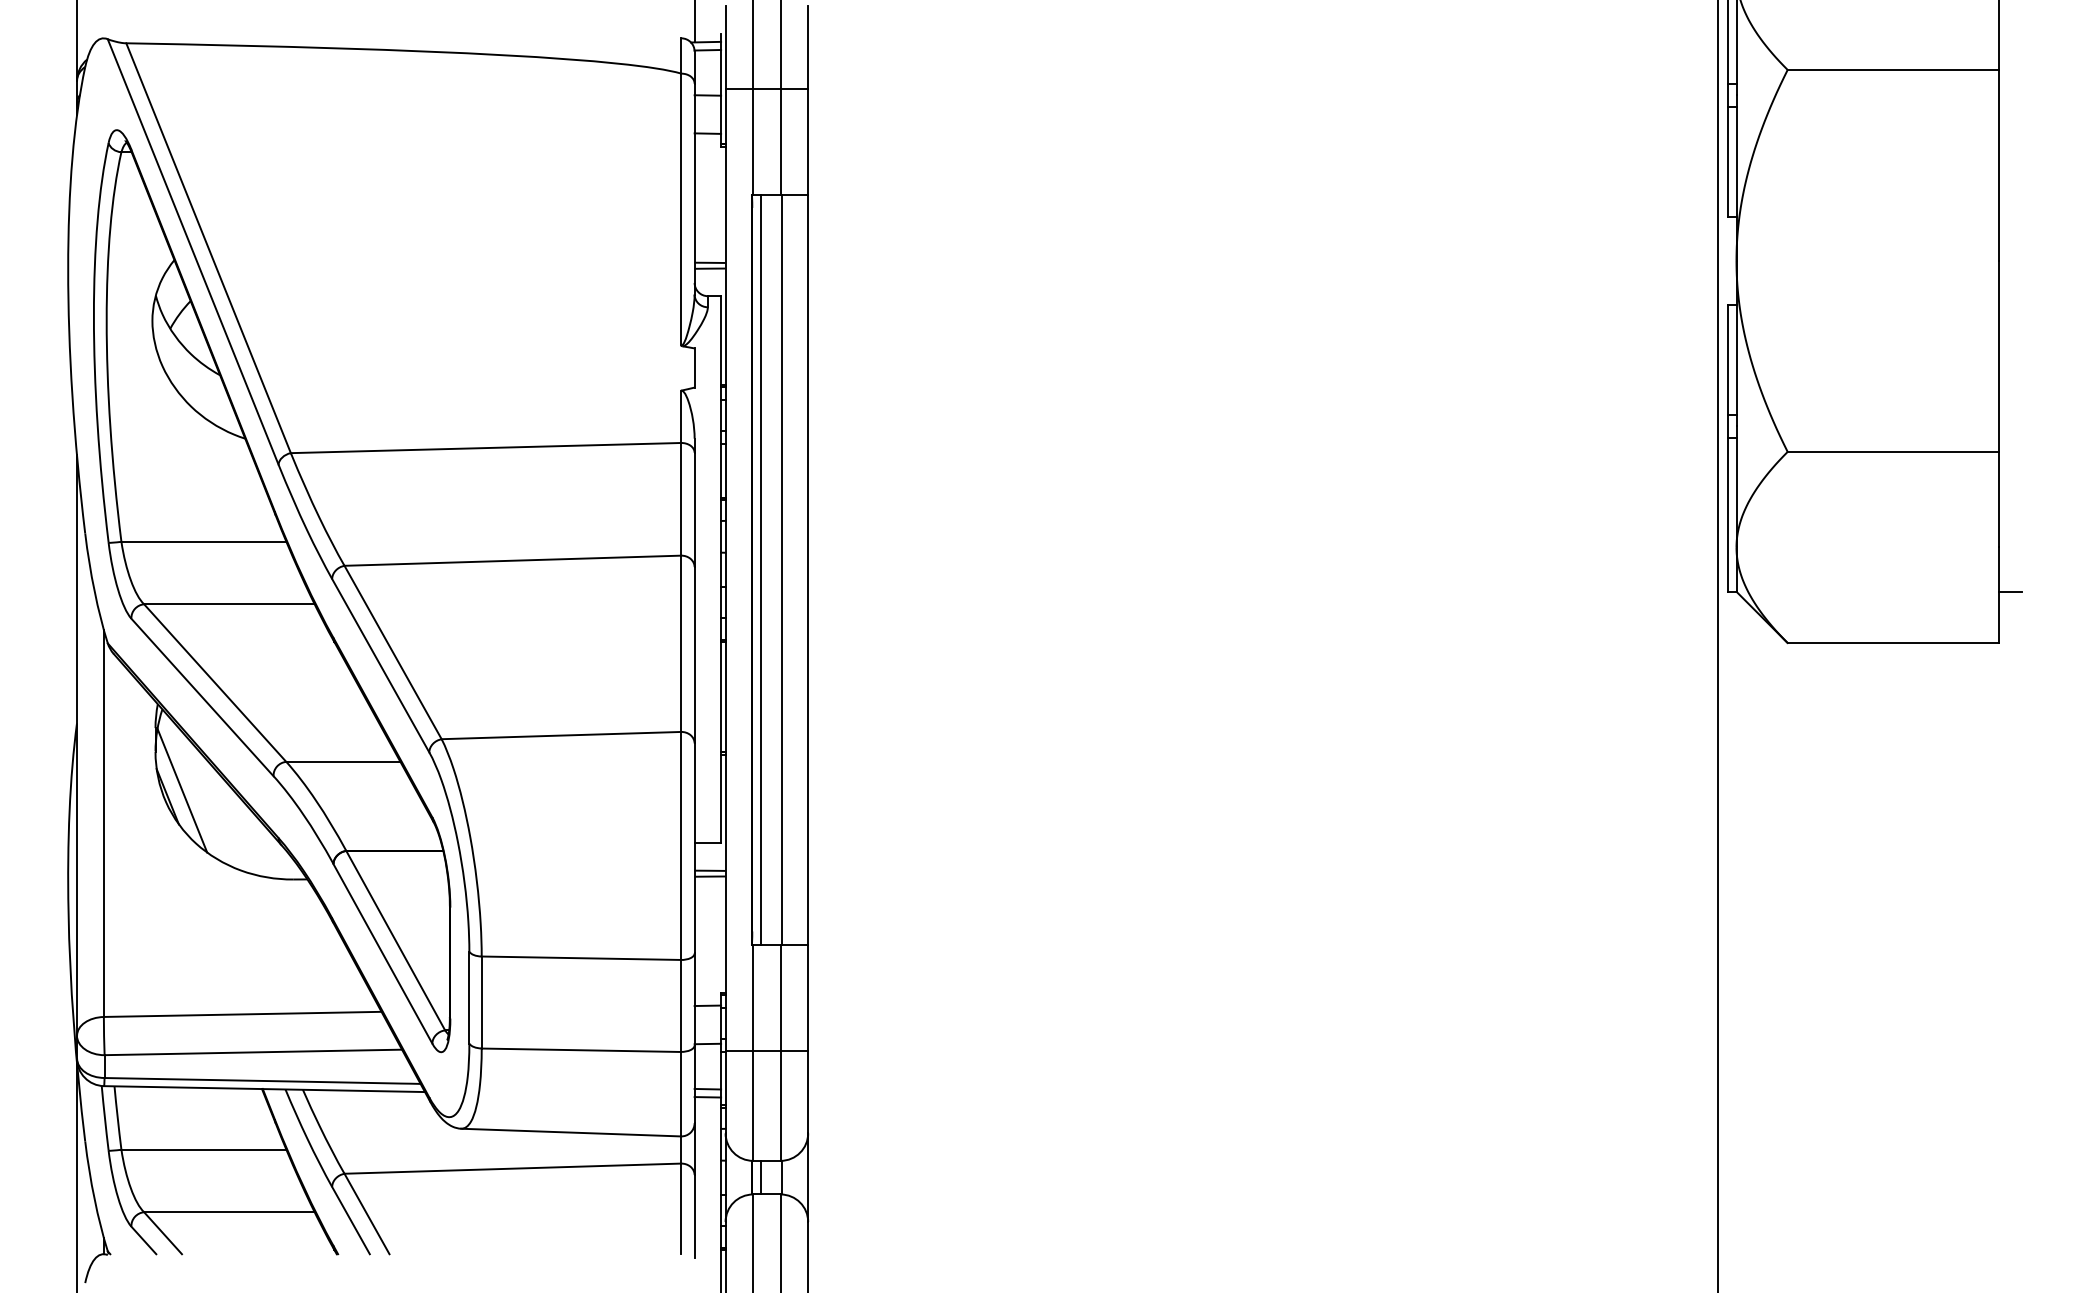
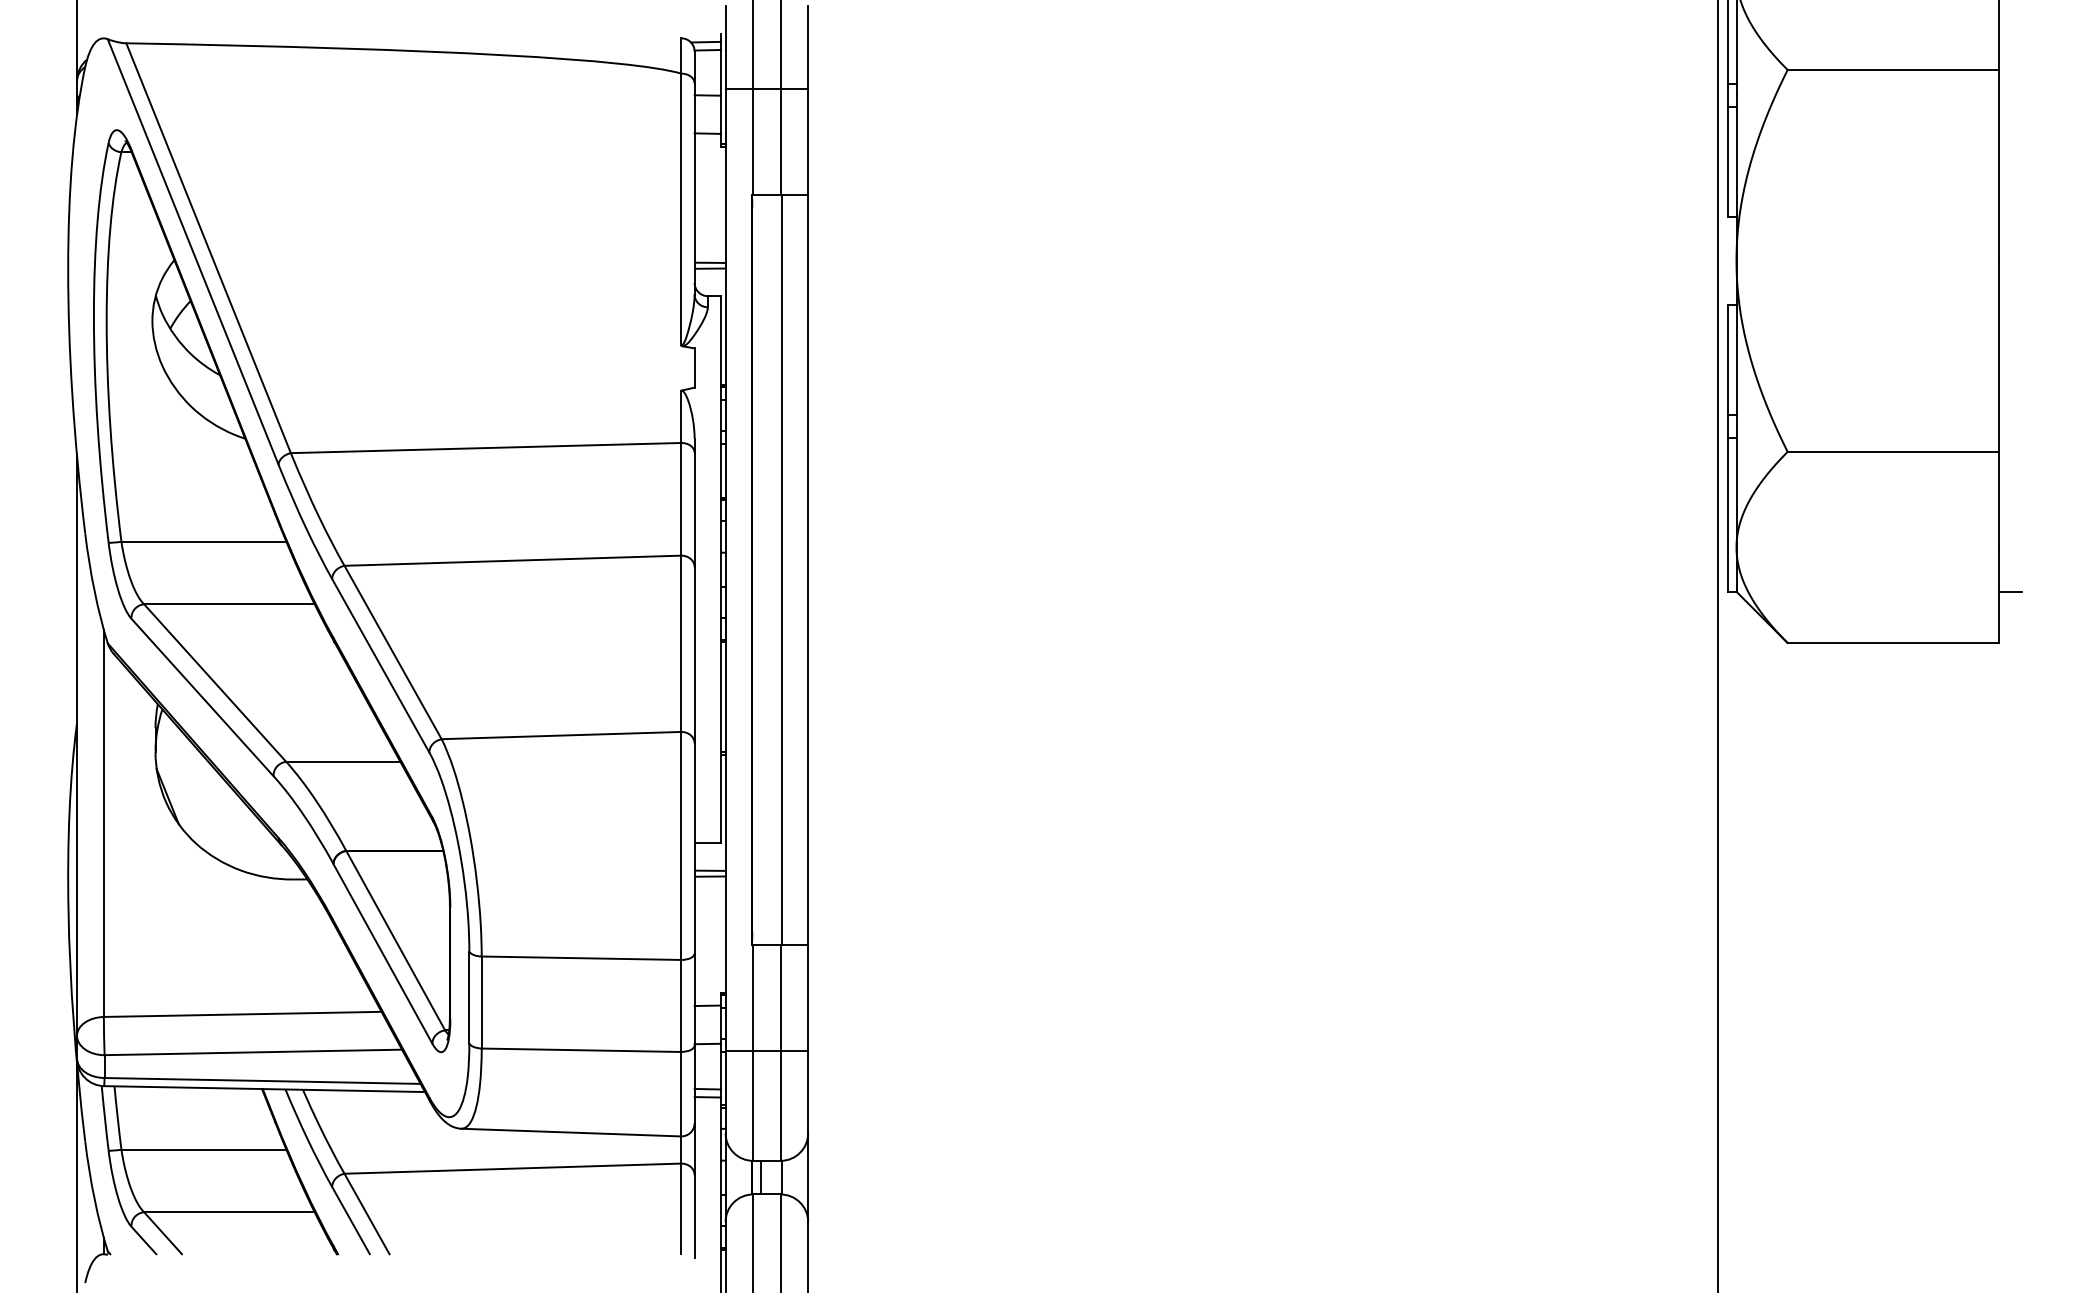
line at (694, 22): present -> none
line at (760, 569): present -> none
line at (182, 790): present -> none
